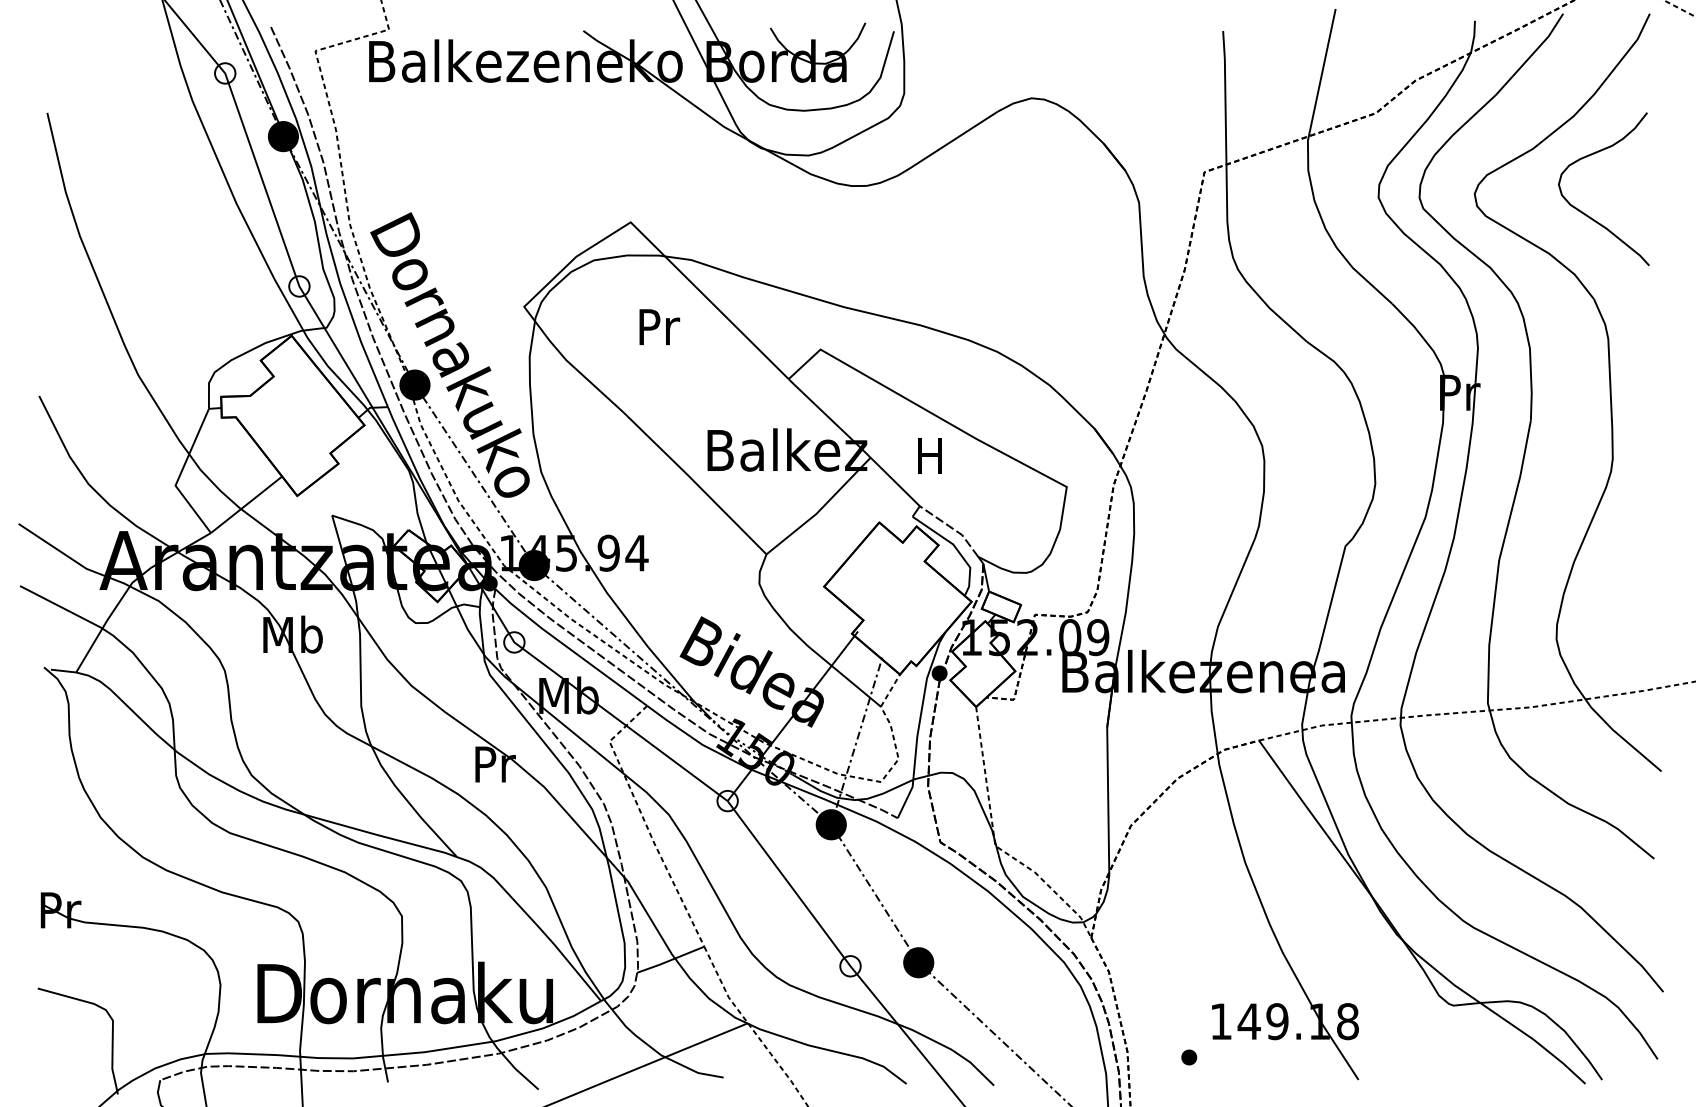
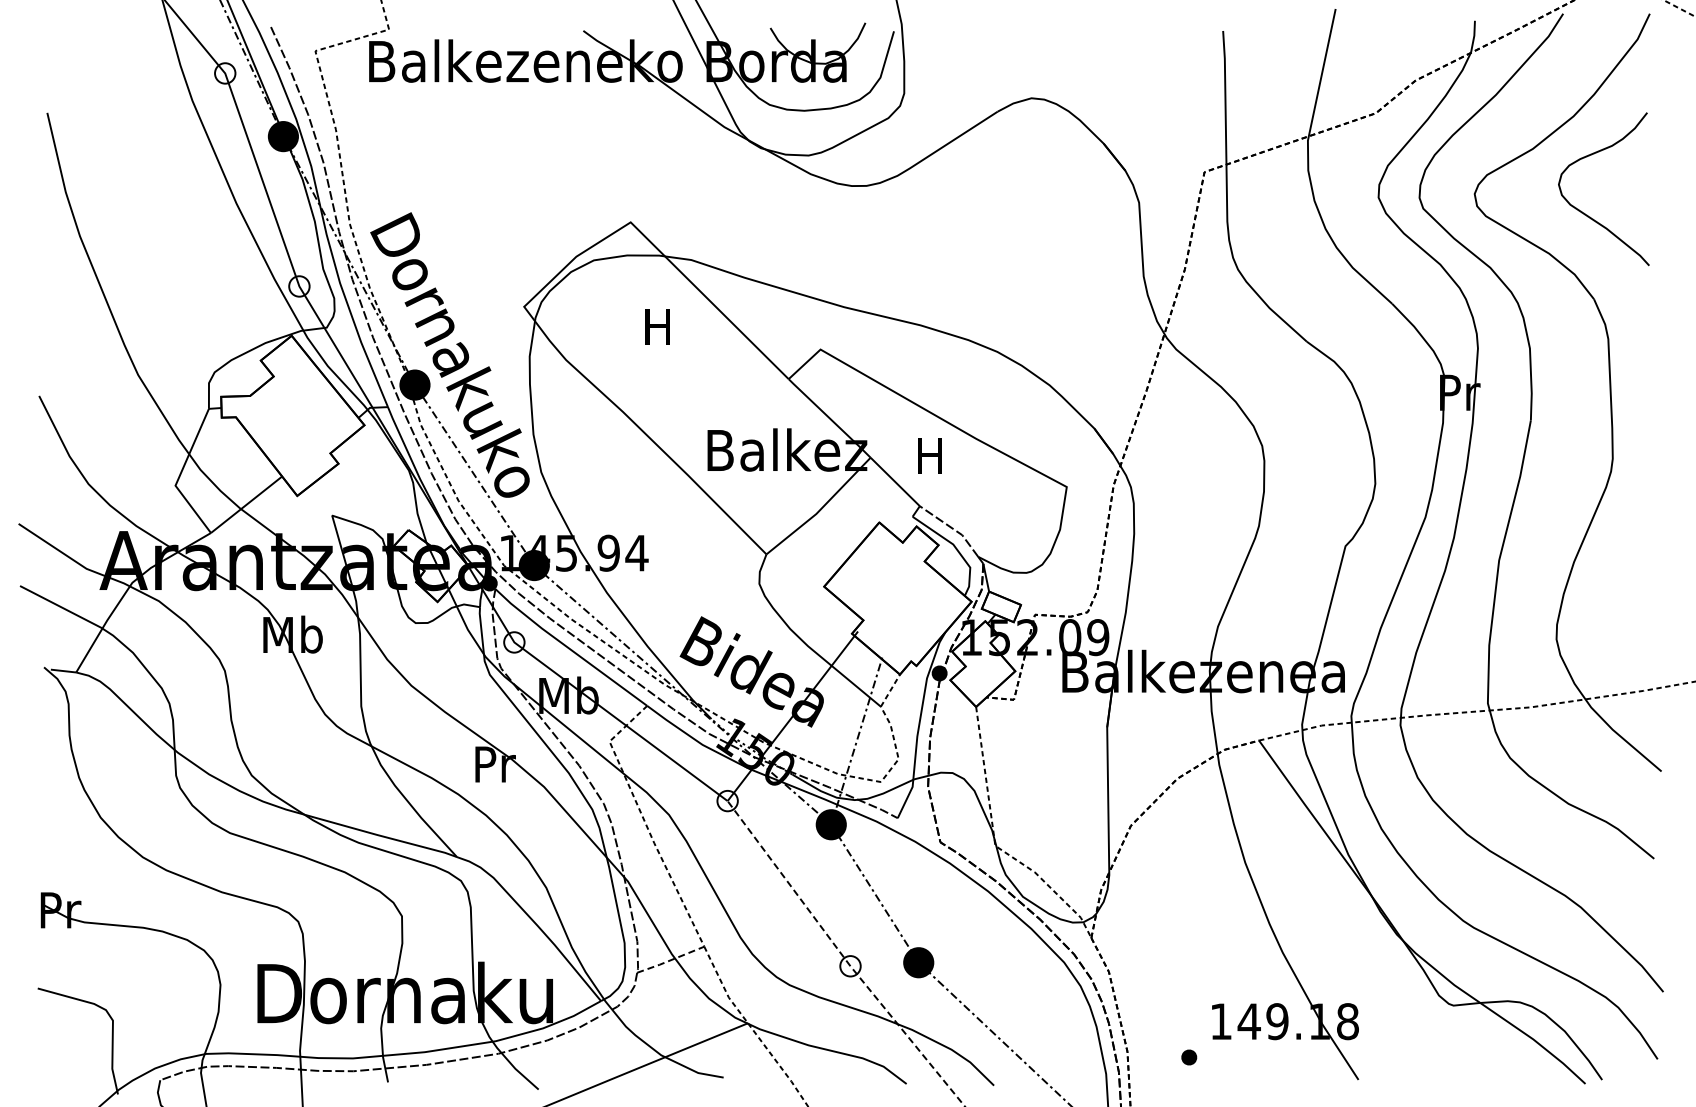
text at (659, 327): Pr -> H
line at (843, 956): solid -> dashed
line at (670, 960): solid -> dashed
